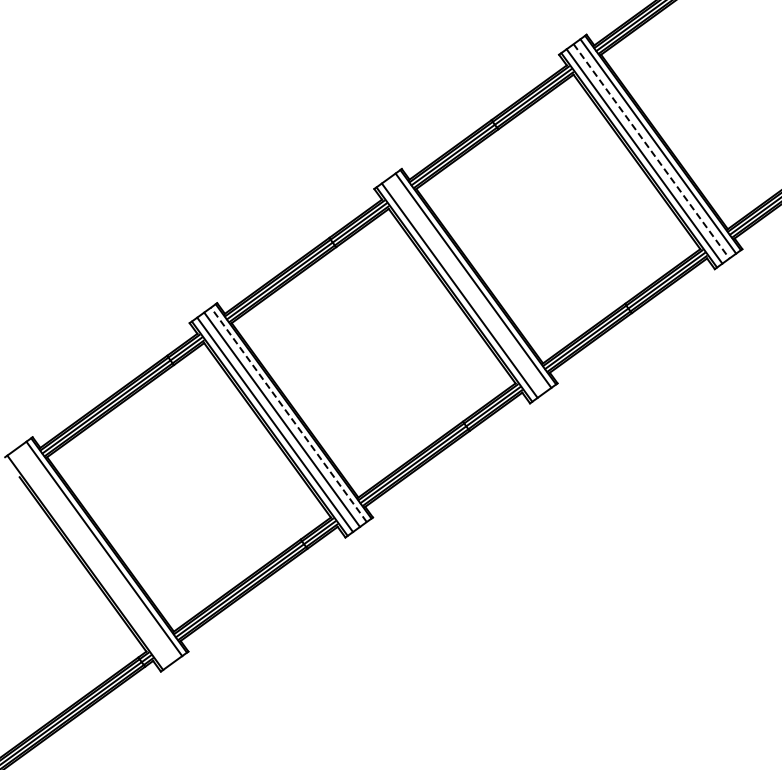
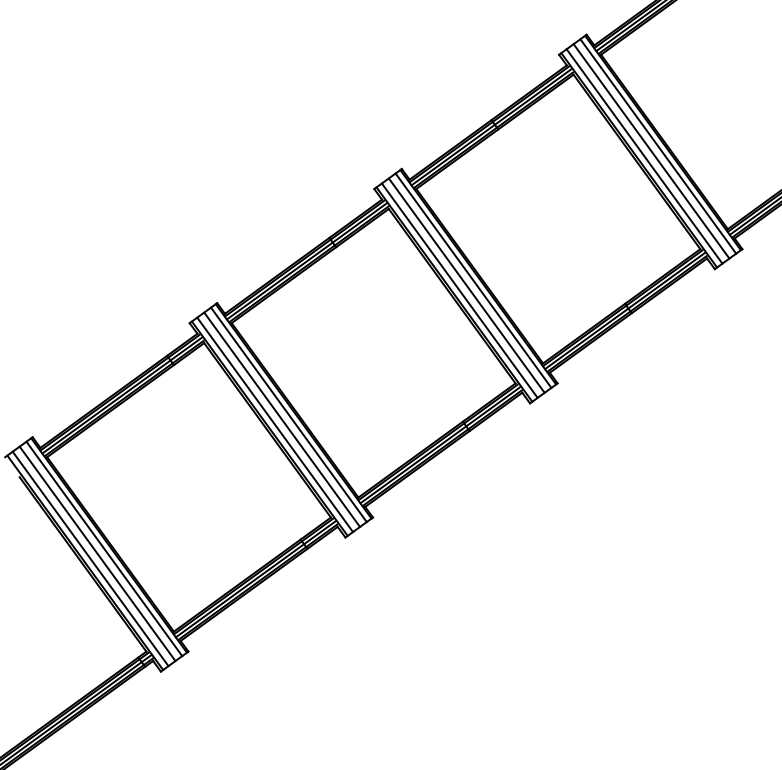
line at (651, 151): dashed -> solid
line at (466, 285): none -> present
line at (288, 414): dashed -> solid
line at (97, 553): none -> present
line at (90, 558): none -> present
